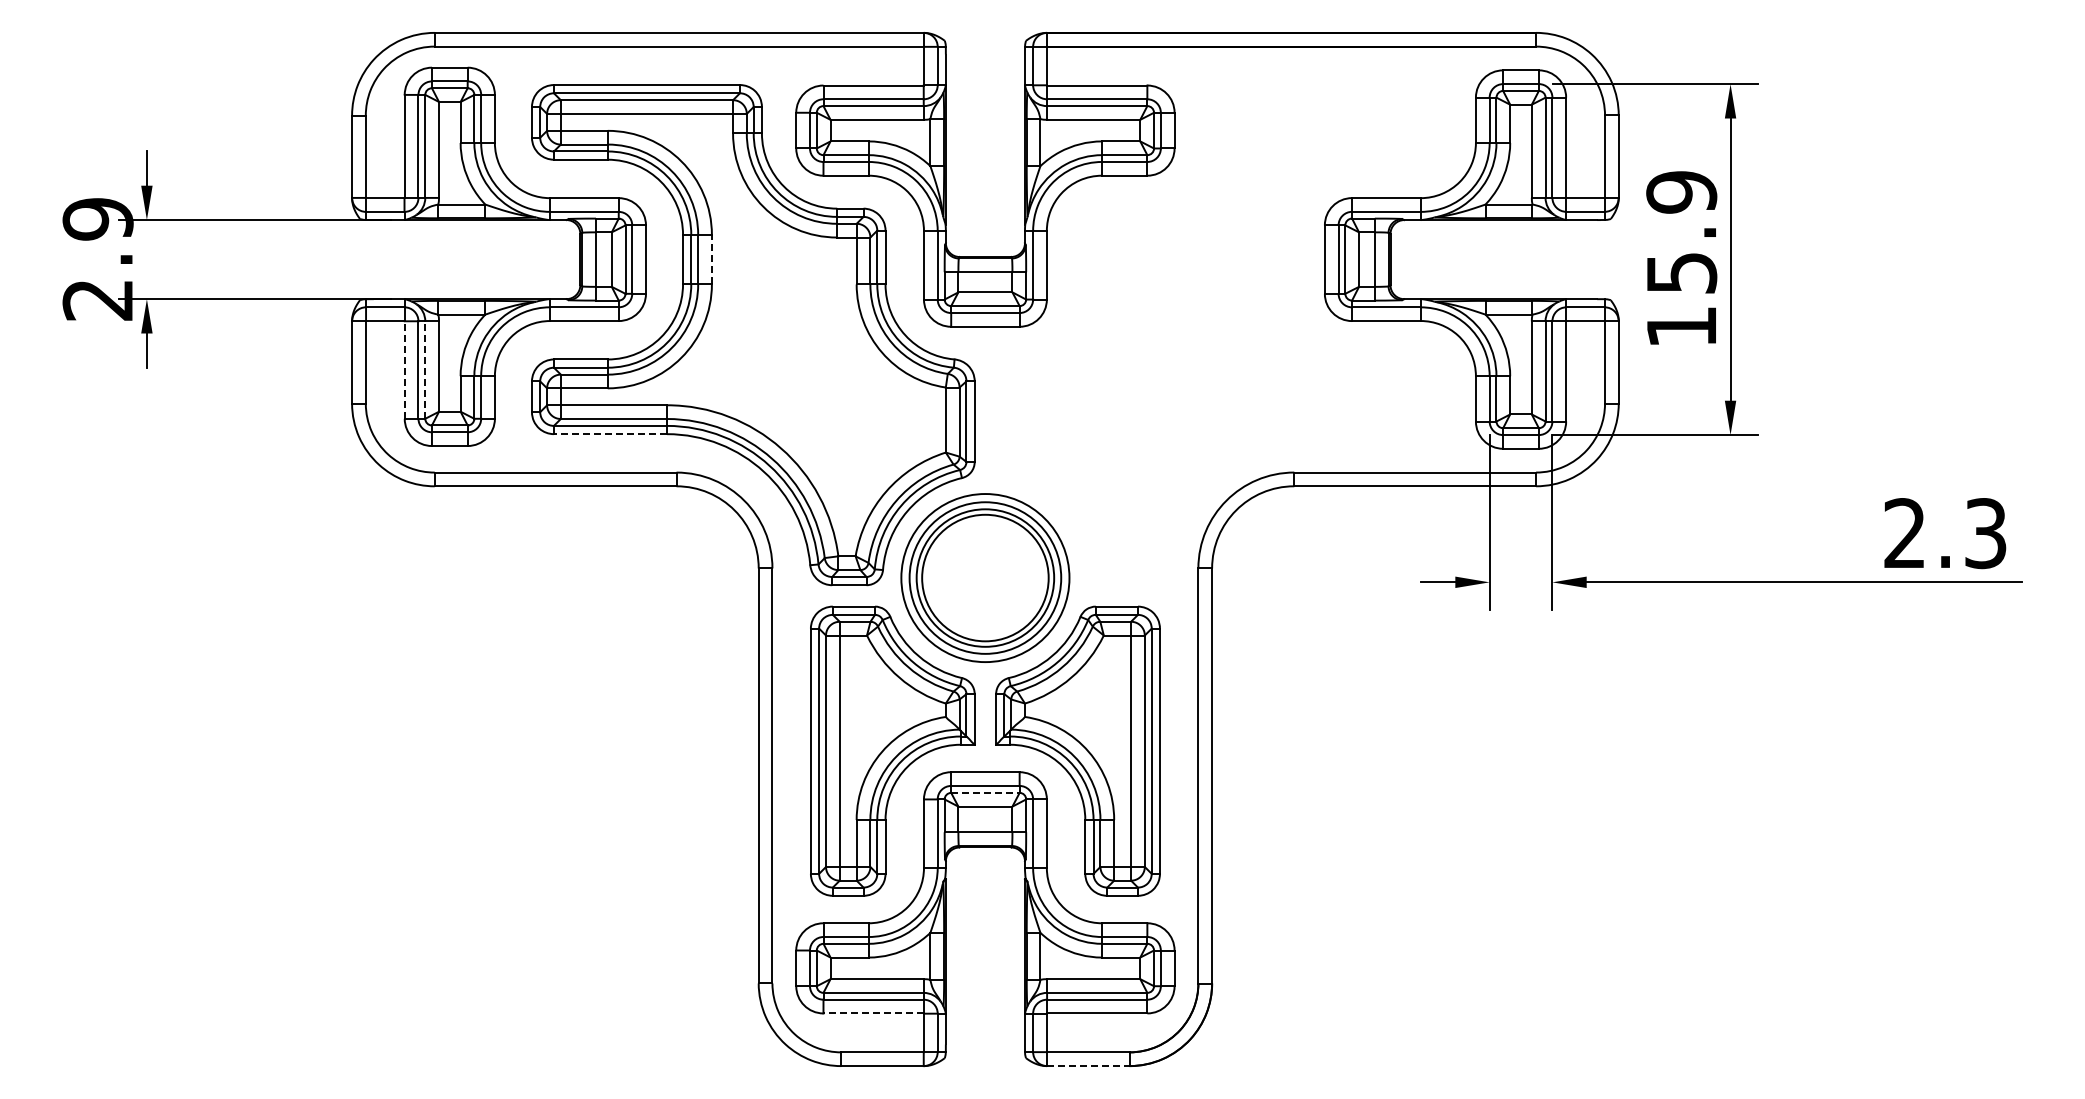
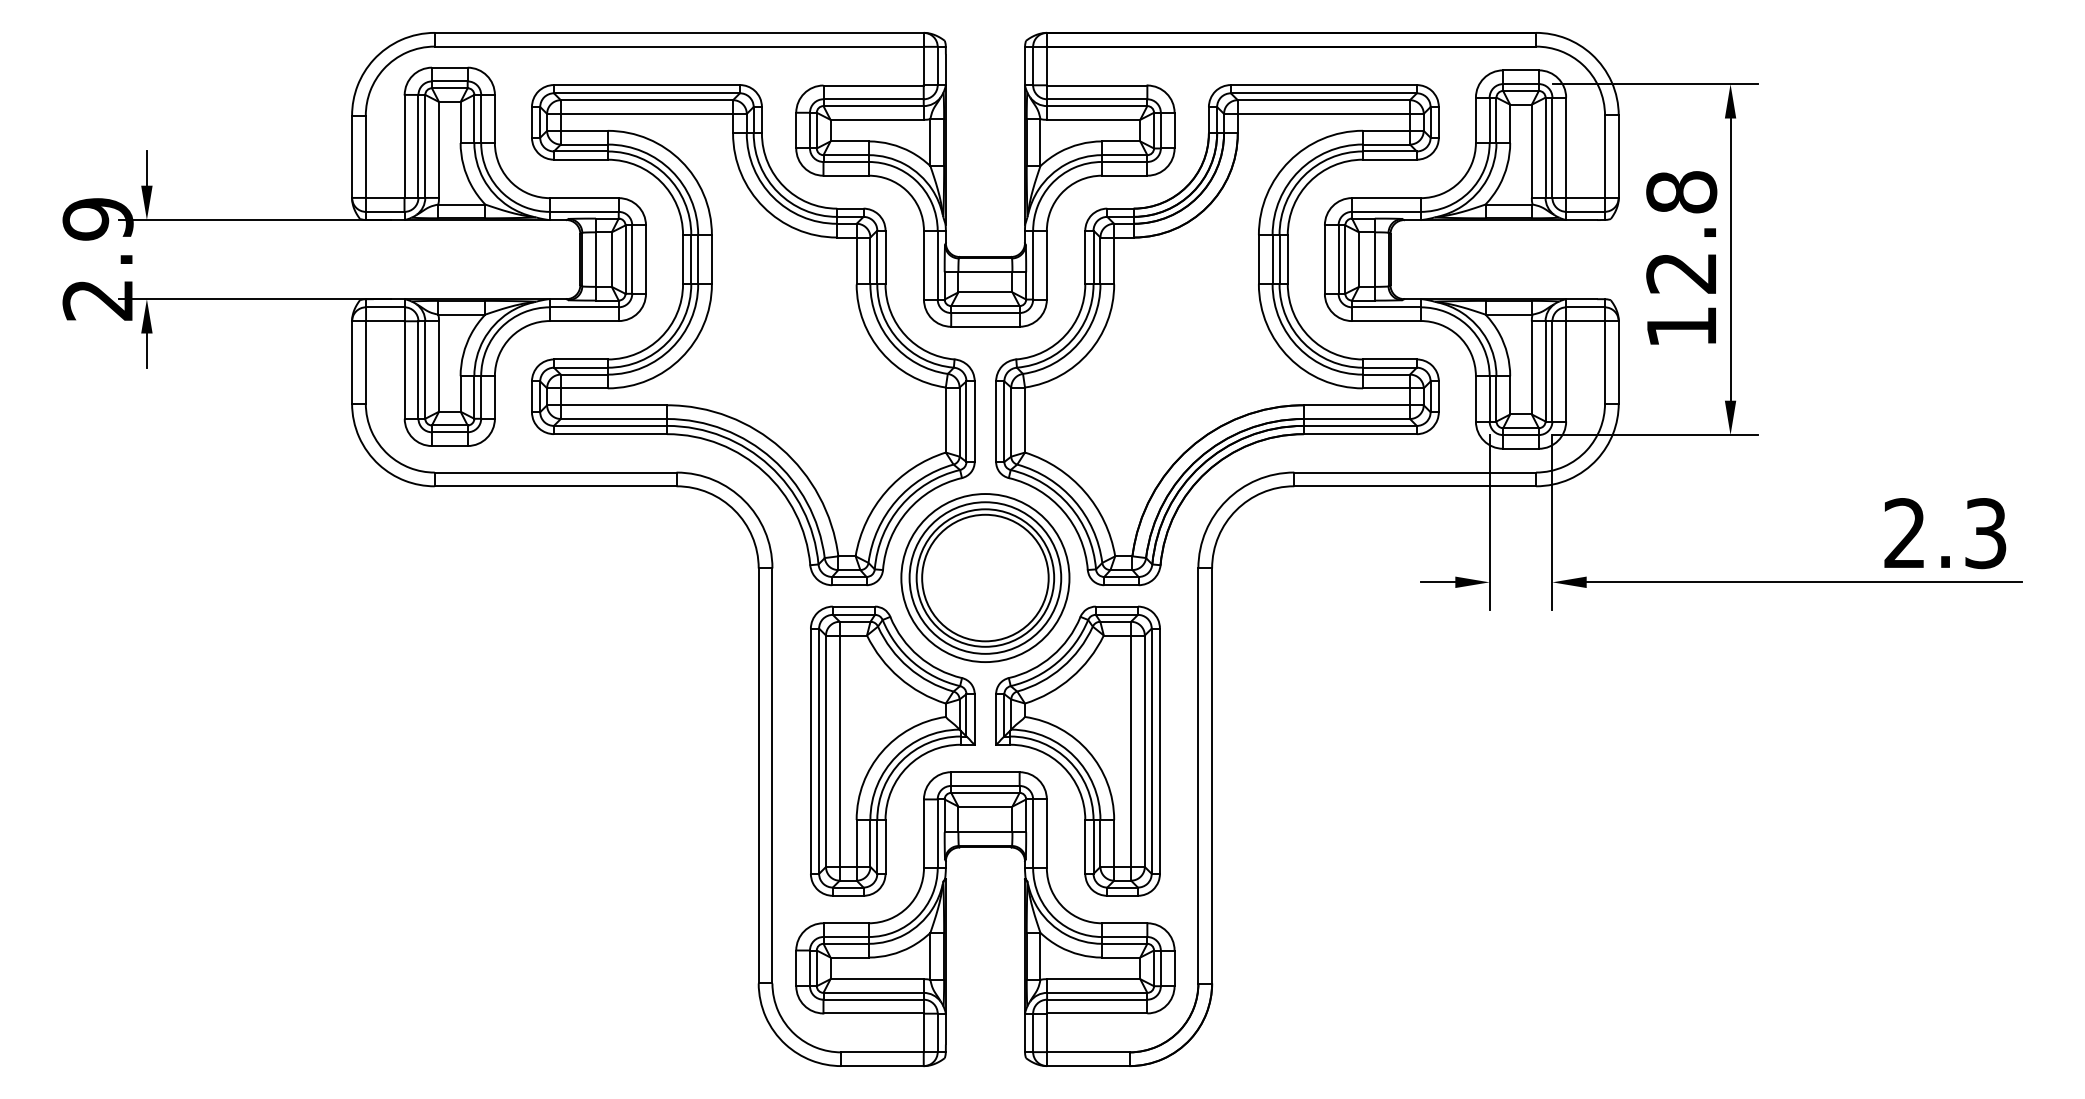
text at (1681, 232): 15.9 -> 12.8
line at (711, 259): dashed -> solid
part at (1217, 335): none -> present
line at (404, 370): dashed -> solid
line at (425, 370): dashed -> solid
line at (610, 434): dashed -> solid
line at (985, 792): dashed -> solid
line at (873, 1013): dashed -> solid
line at (1088, 1066): dashed -> solid
